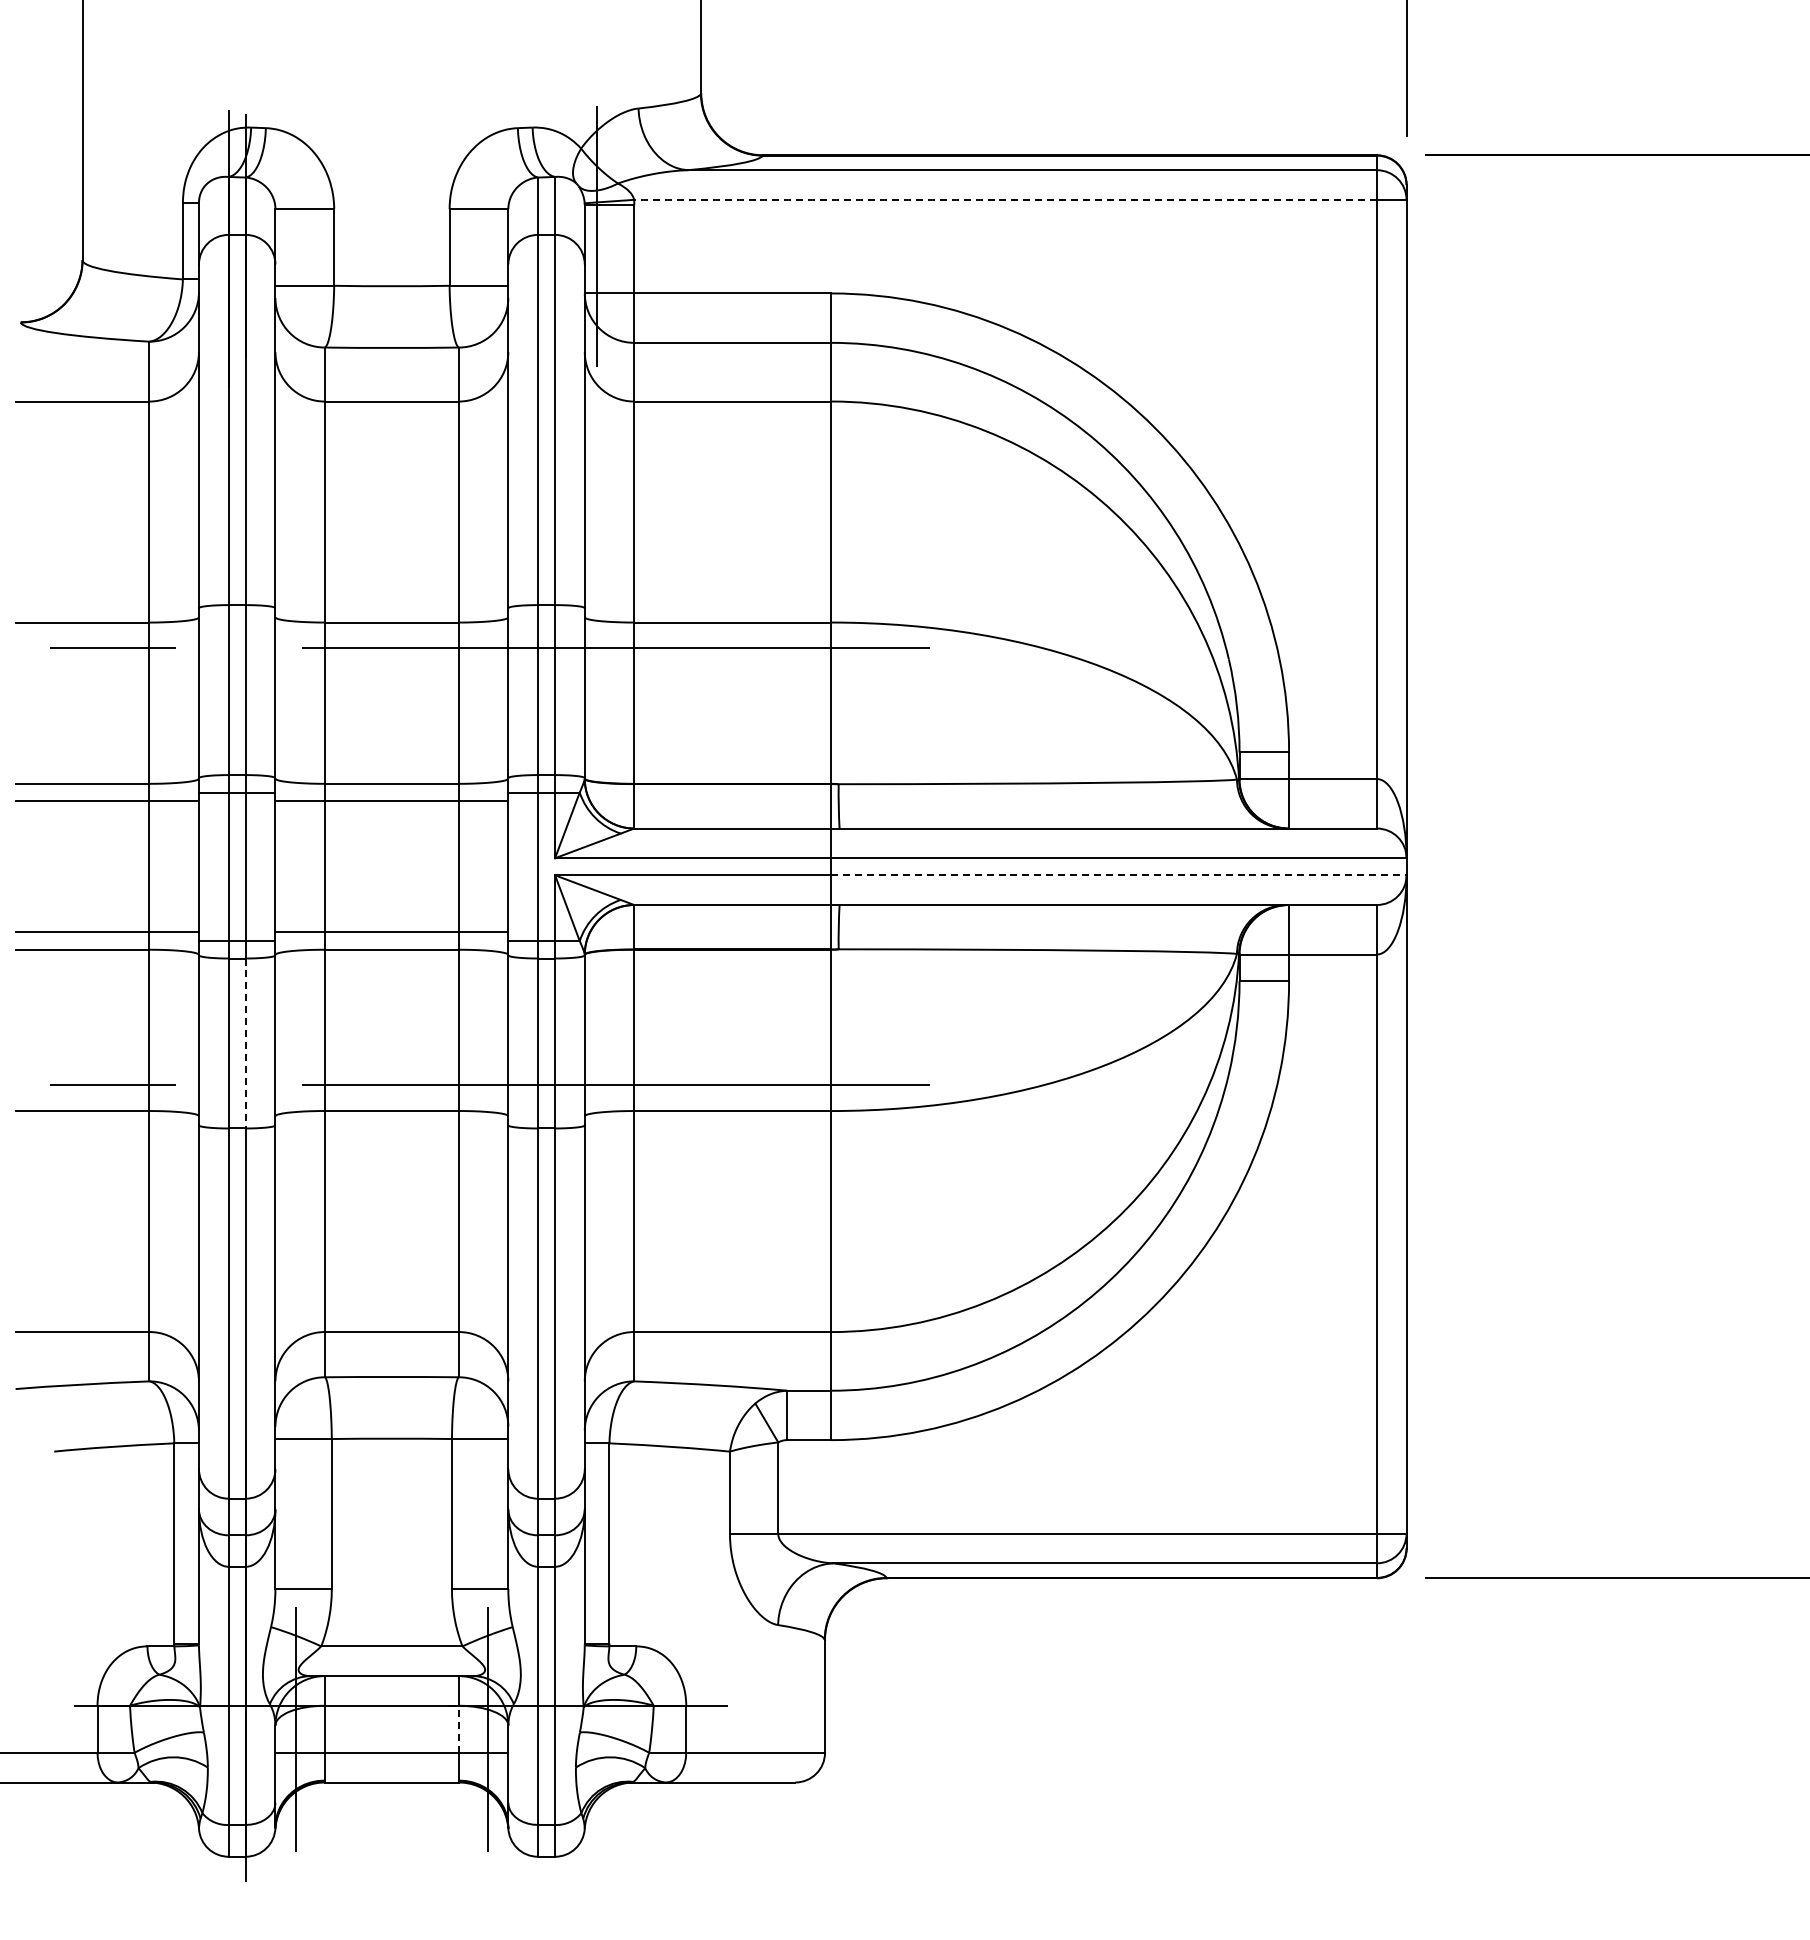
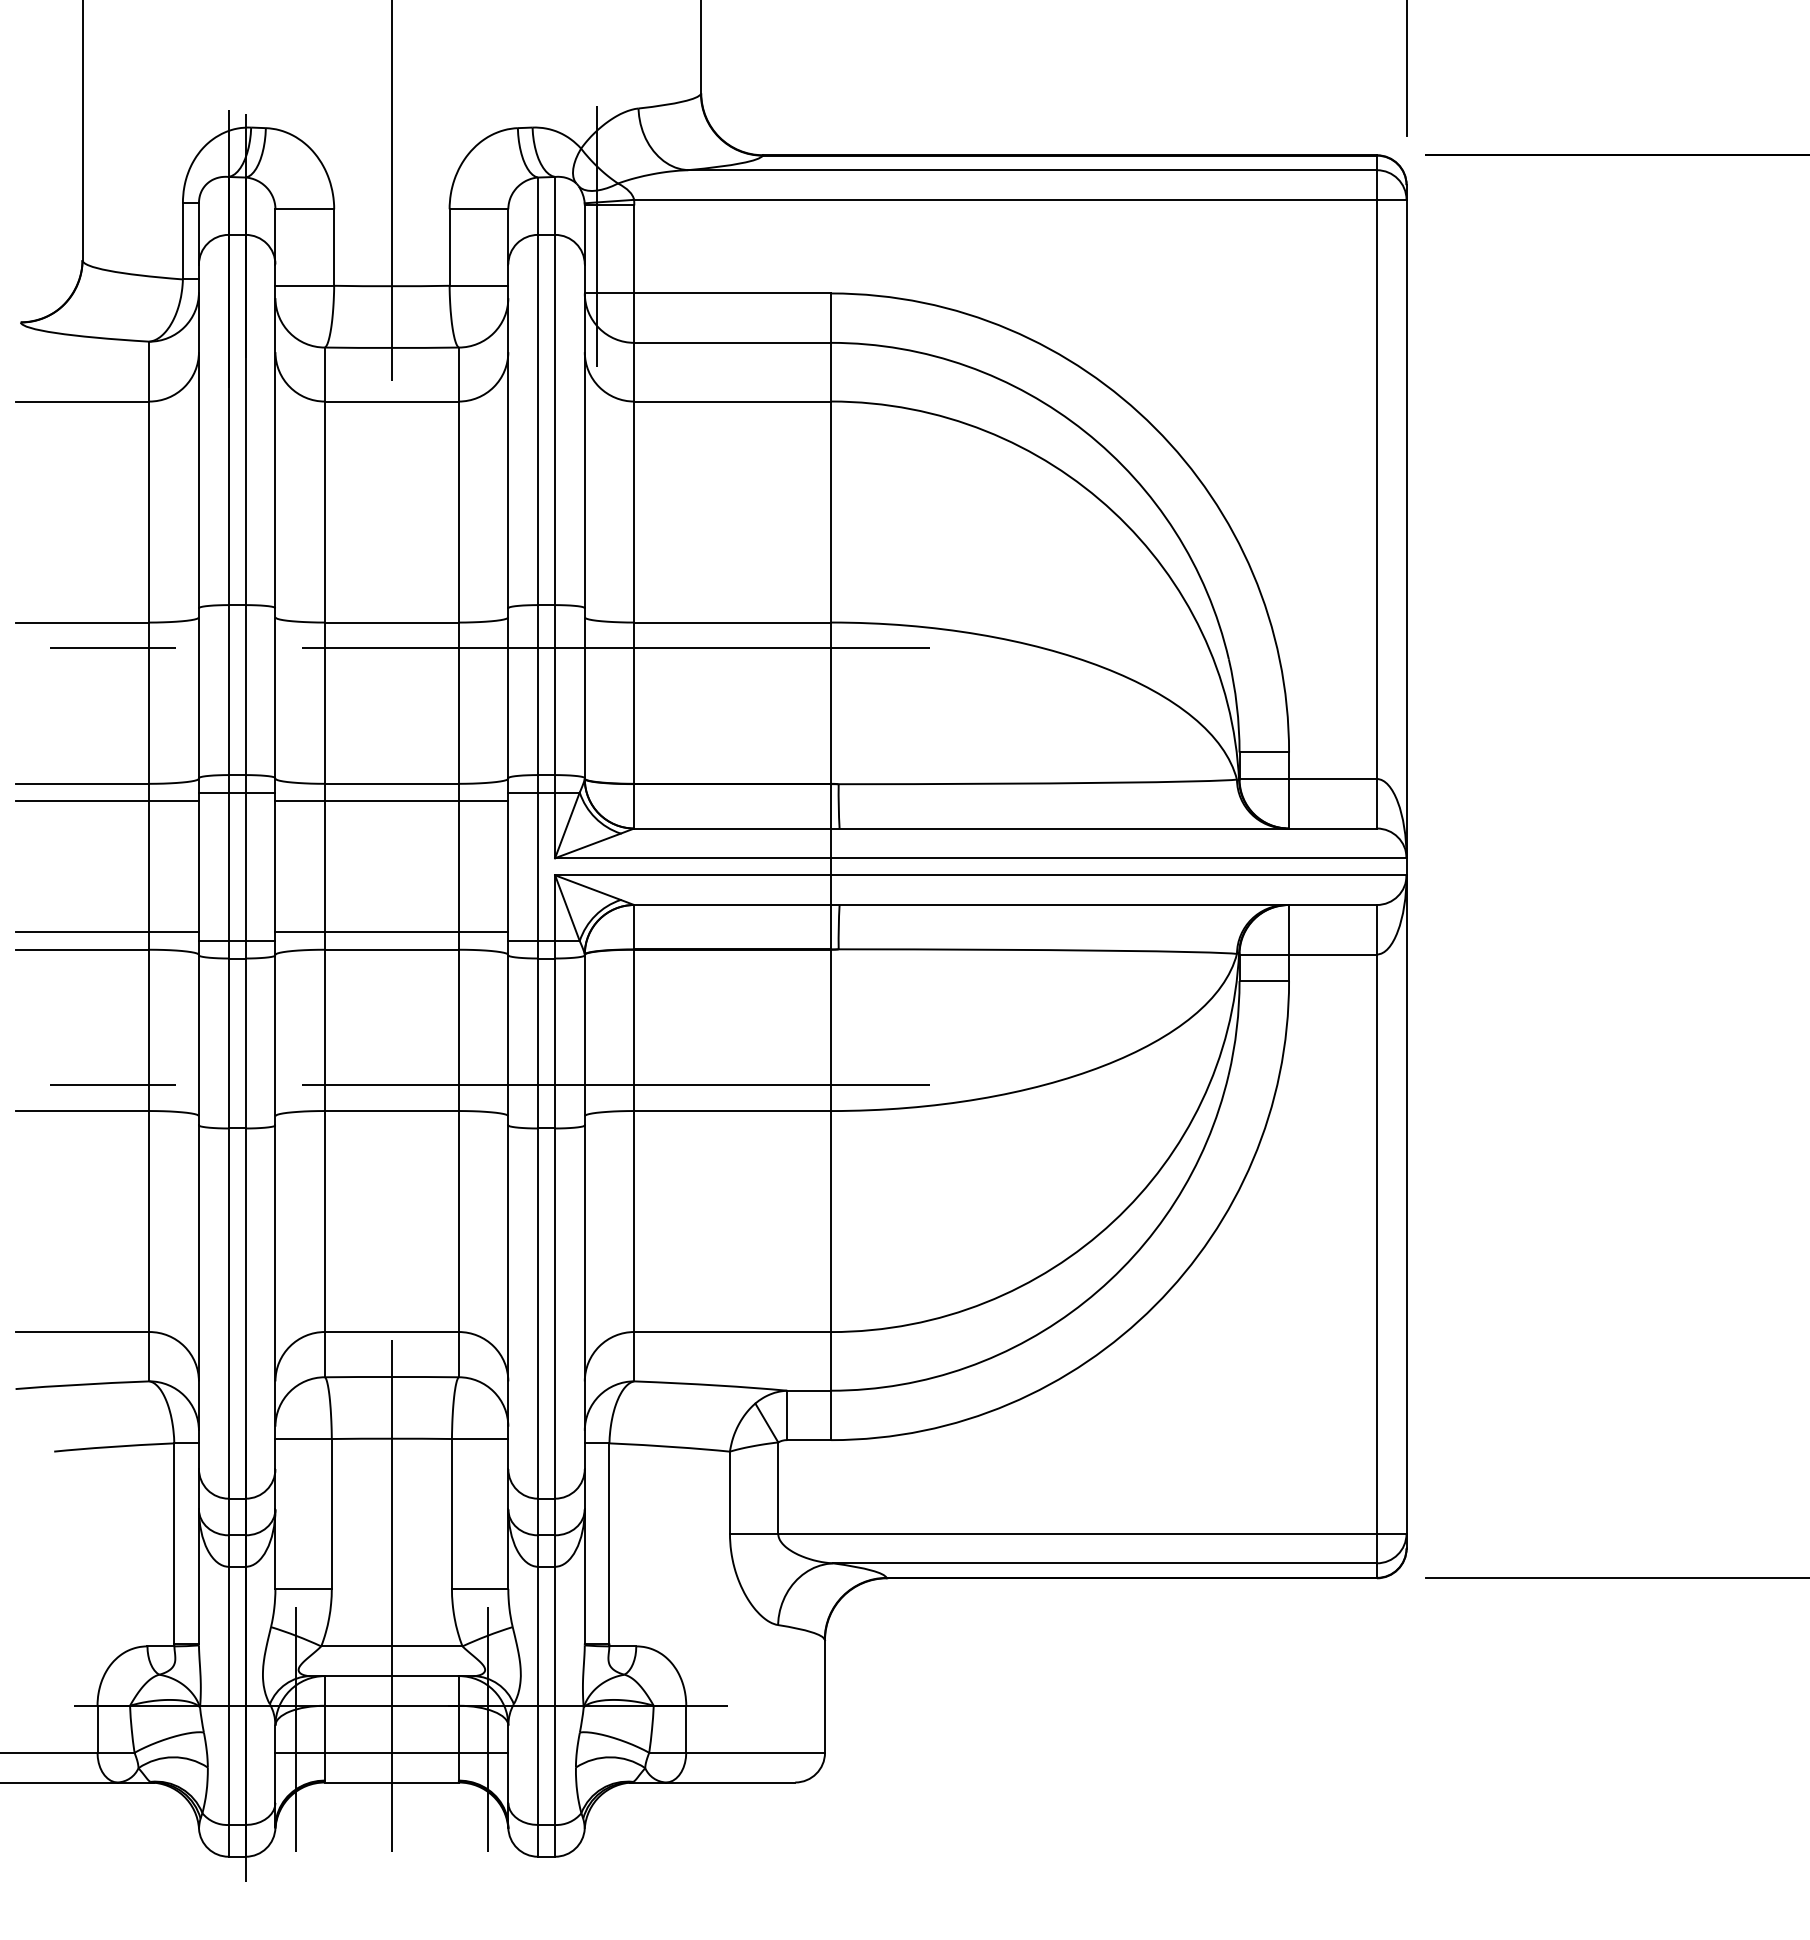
line at (391, 191): none -> present
line at (1005, 199): dashed -> solid
line at (1118, 875): dashed -> solid
line at (245, 1043): dashed -> solid
line at (391, 1595): none -> present
line at (458, 1729): dashed -> solid
